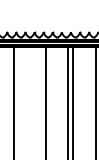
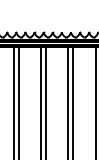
line at (18, 101): none -> present
line at (41, 101): none -> present
